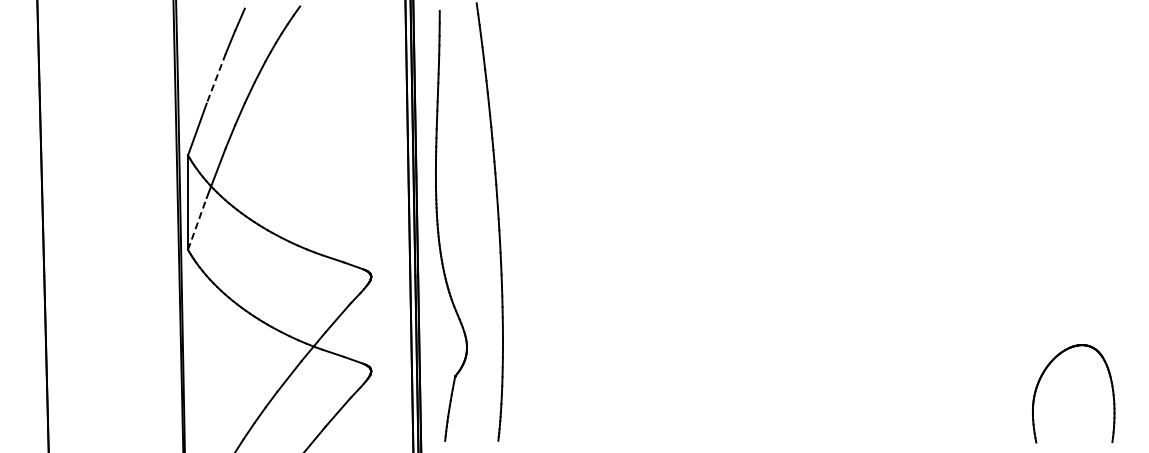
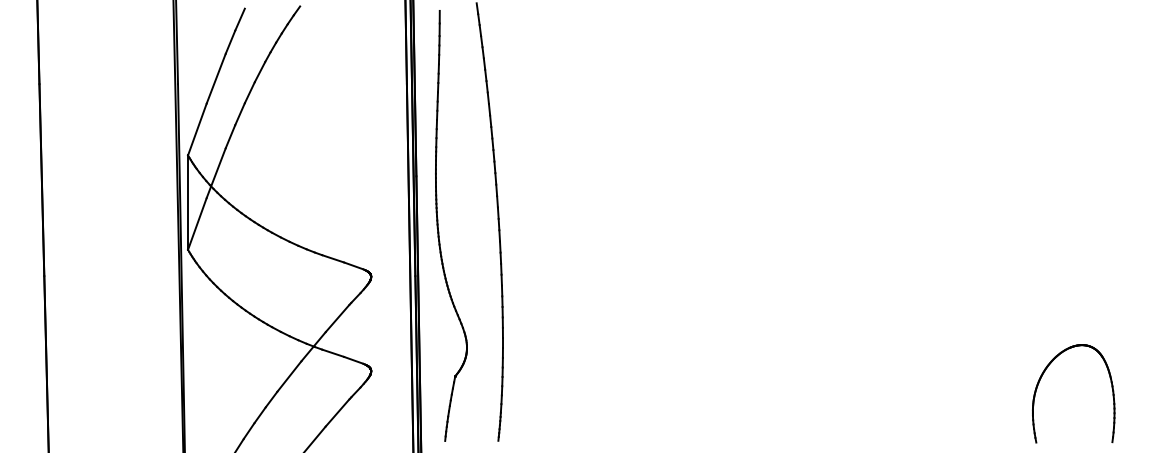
line at (216, 78): dashed -> solid
line at (197, 223): dashed -> solid
